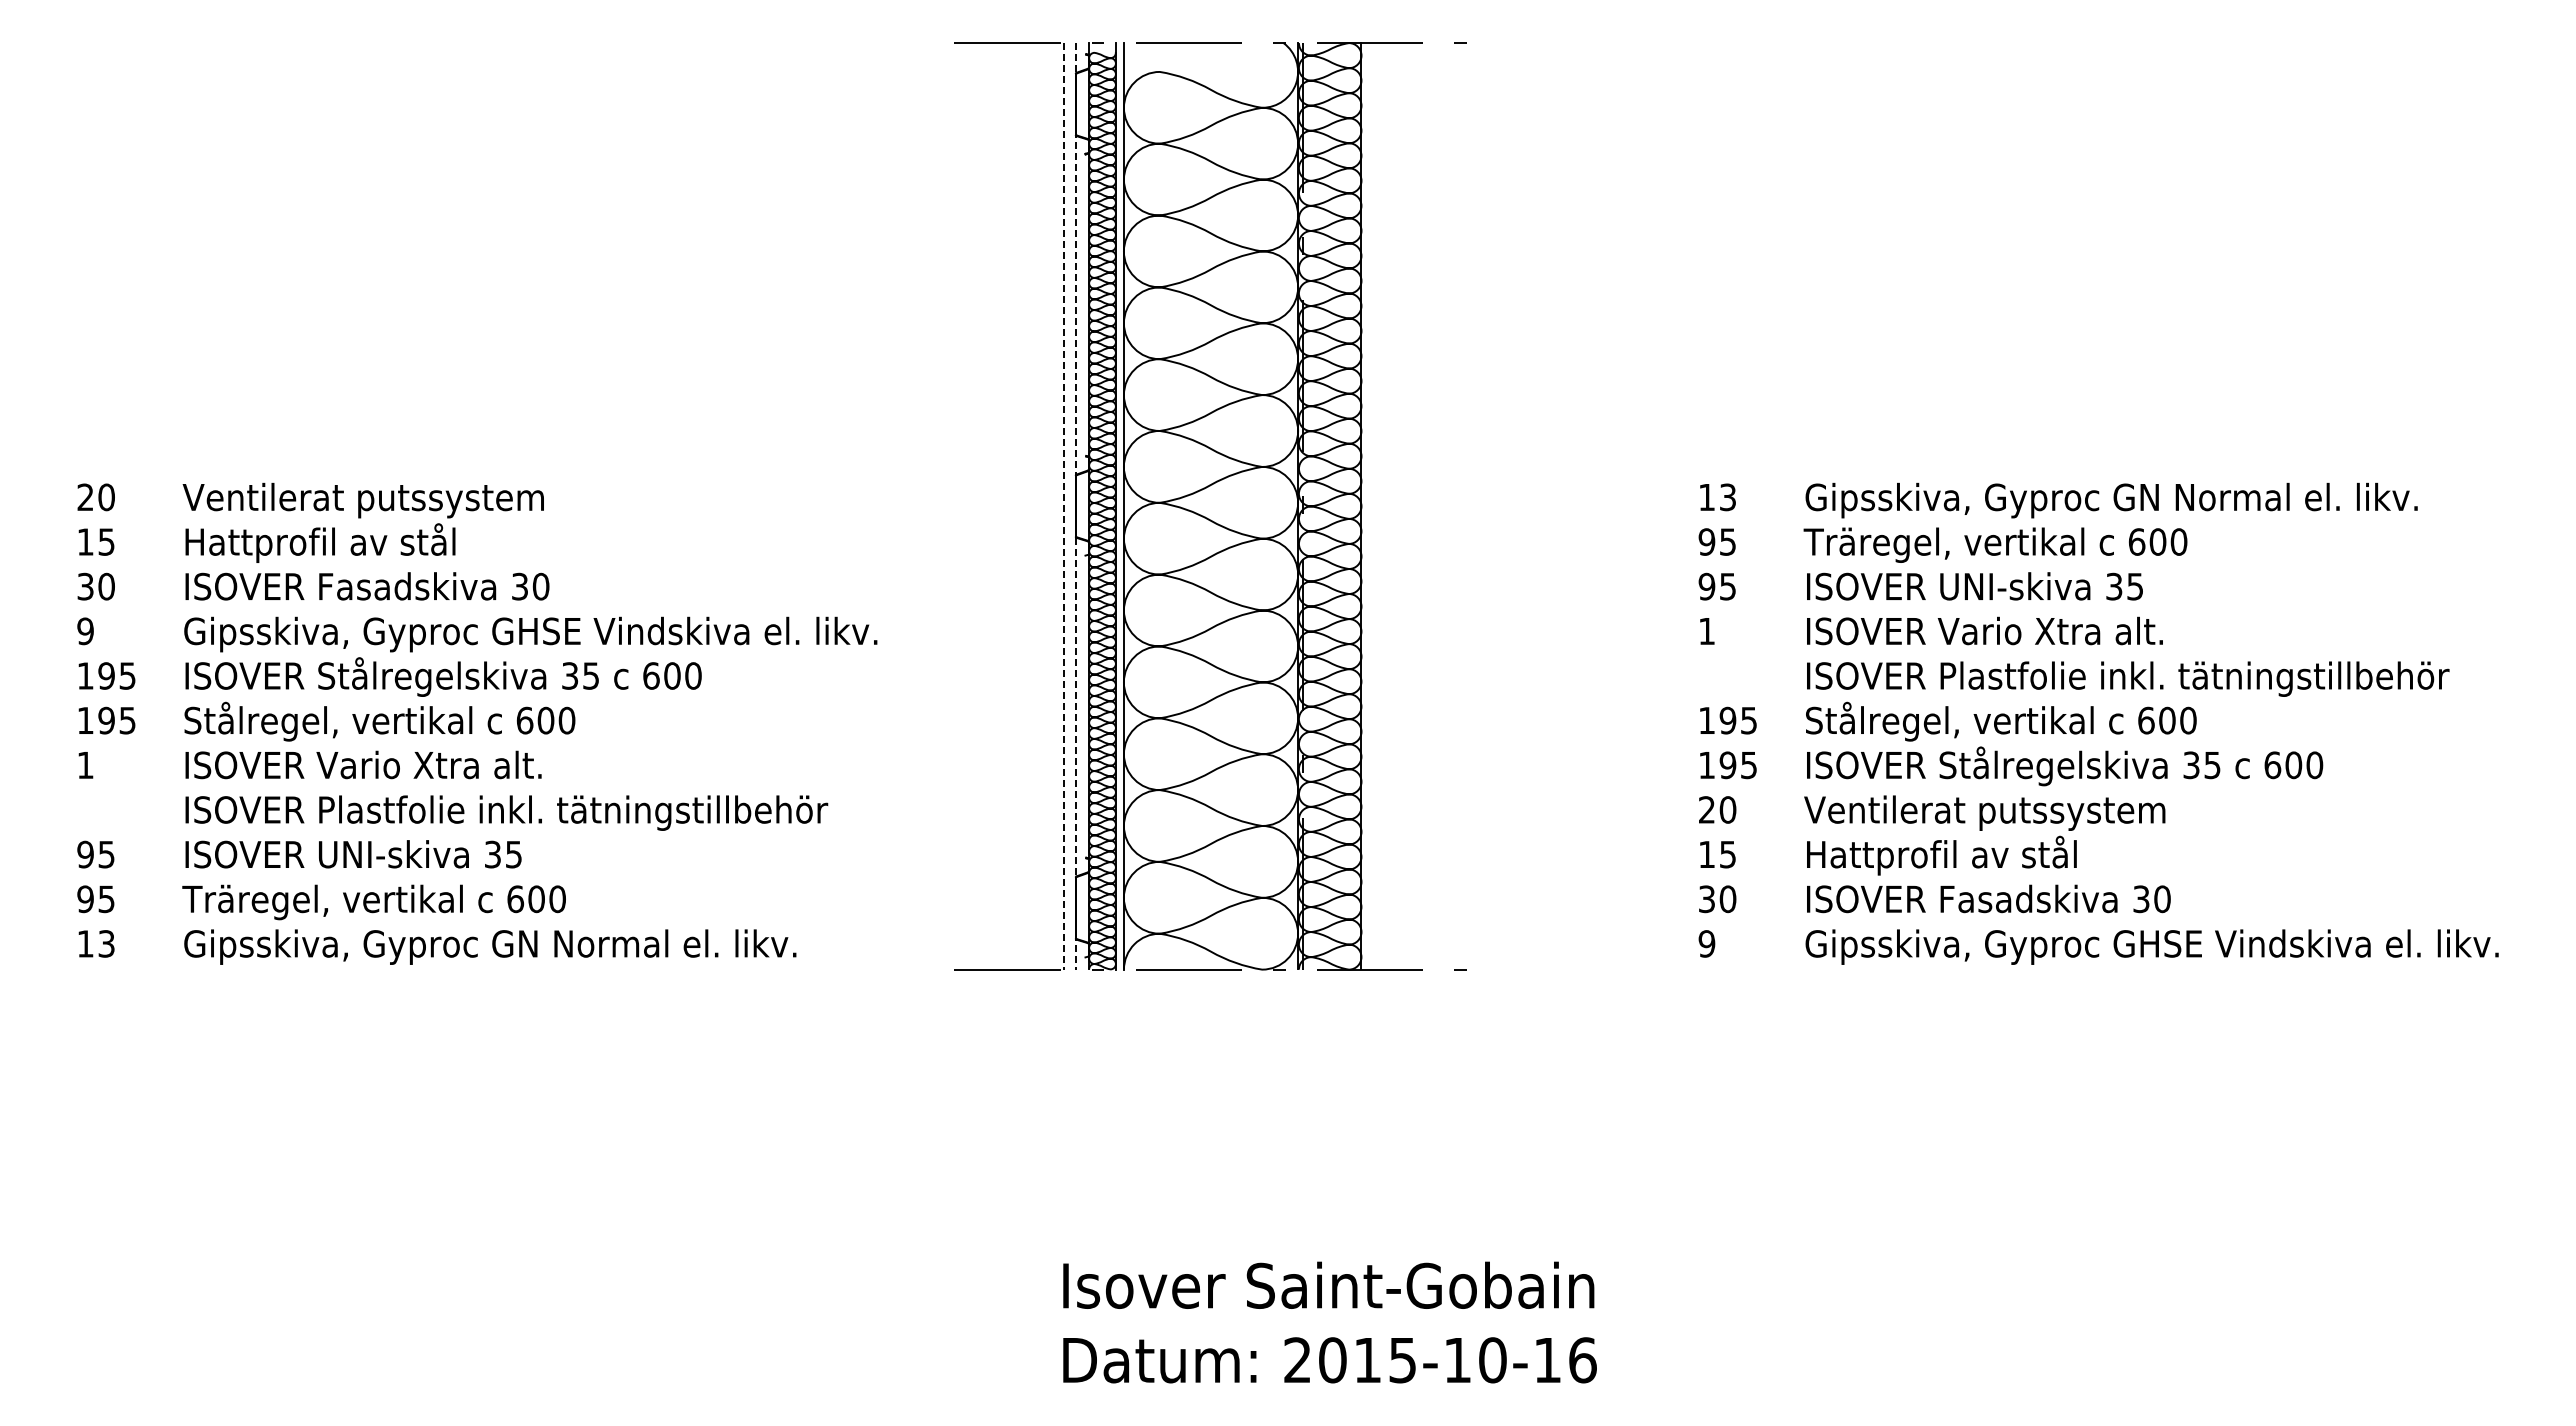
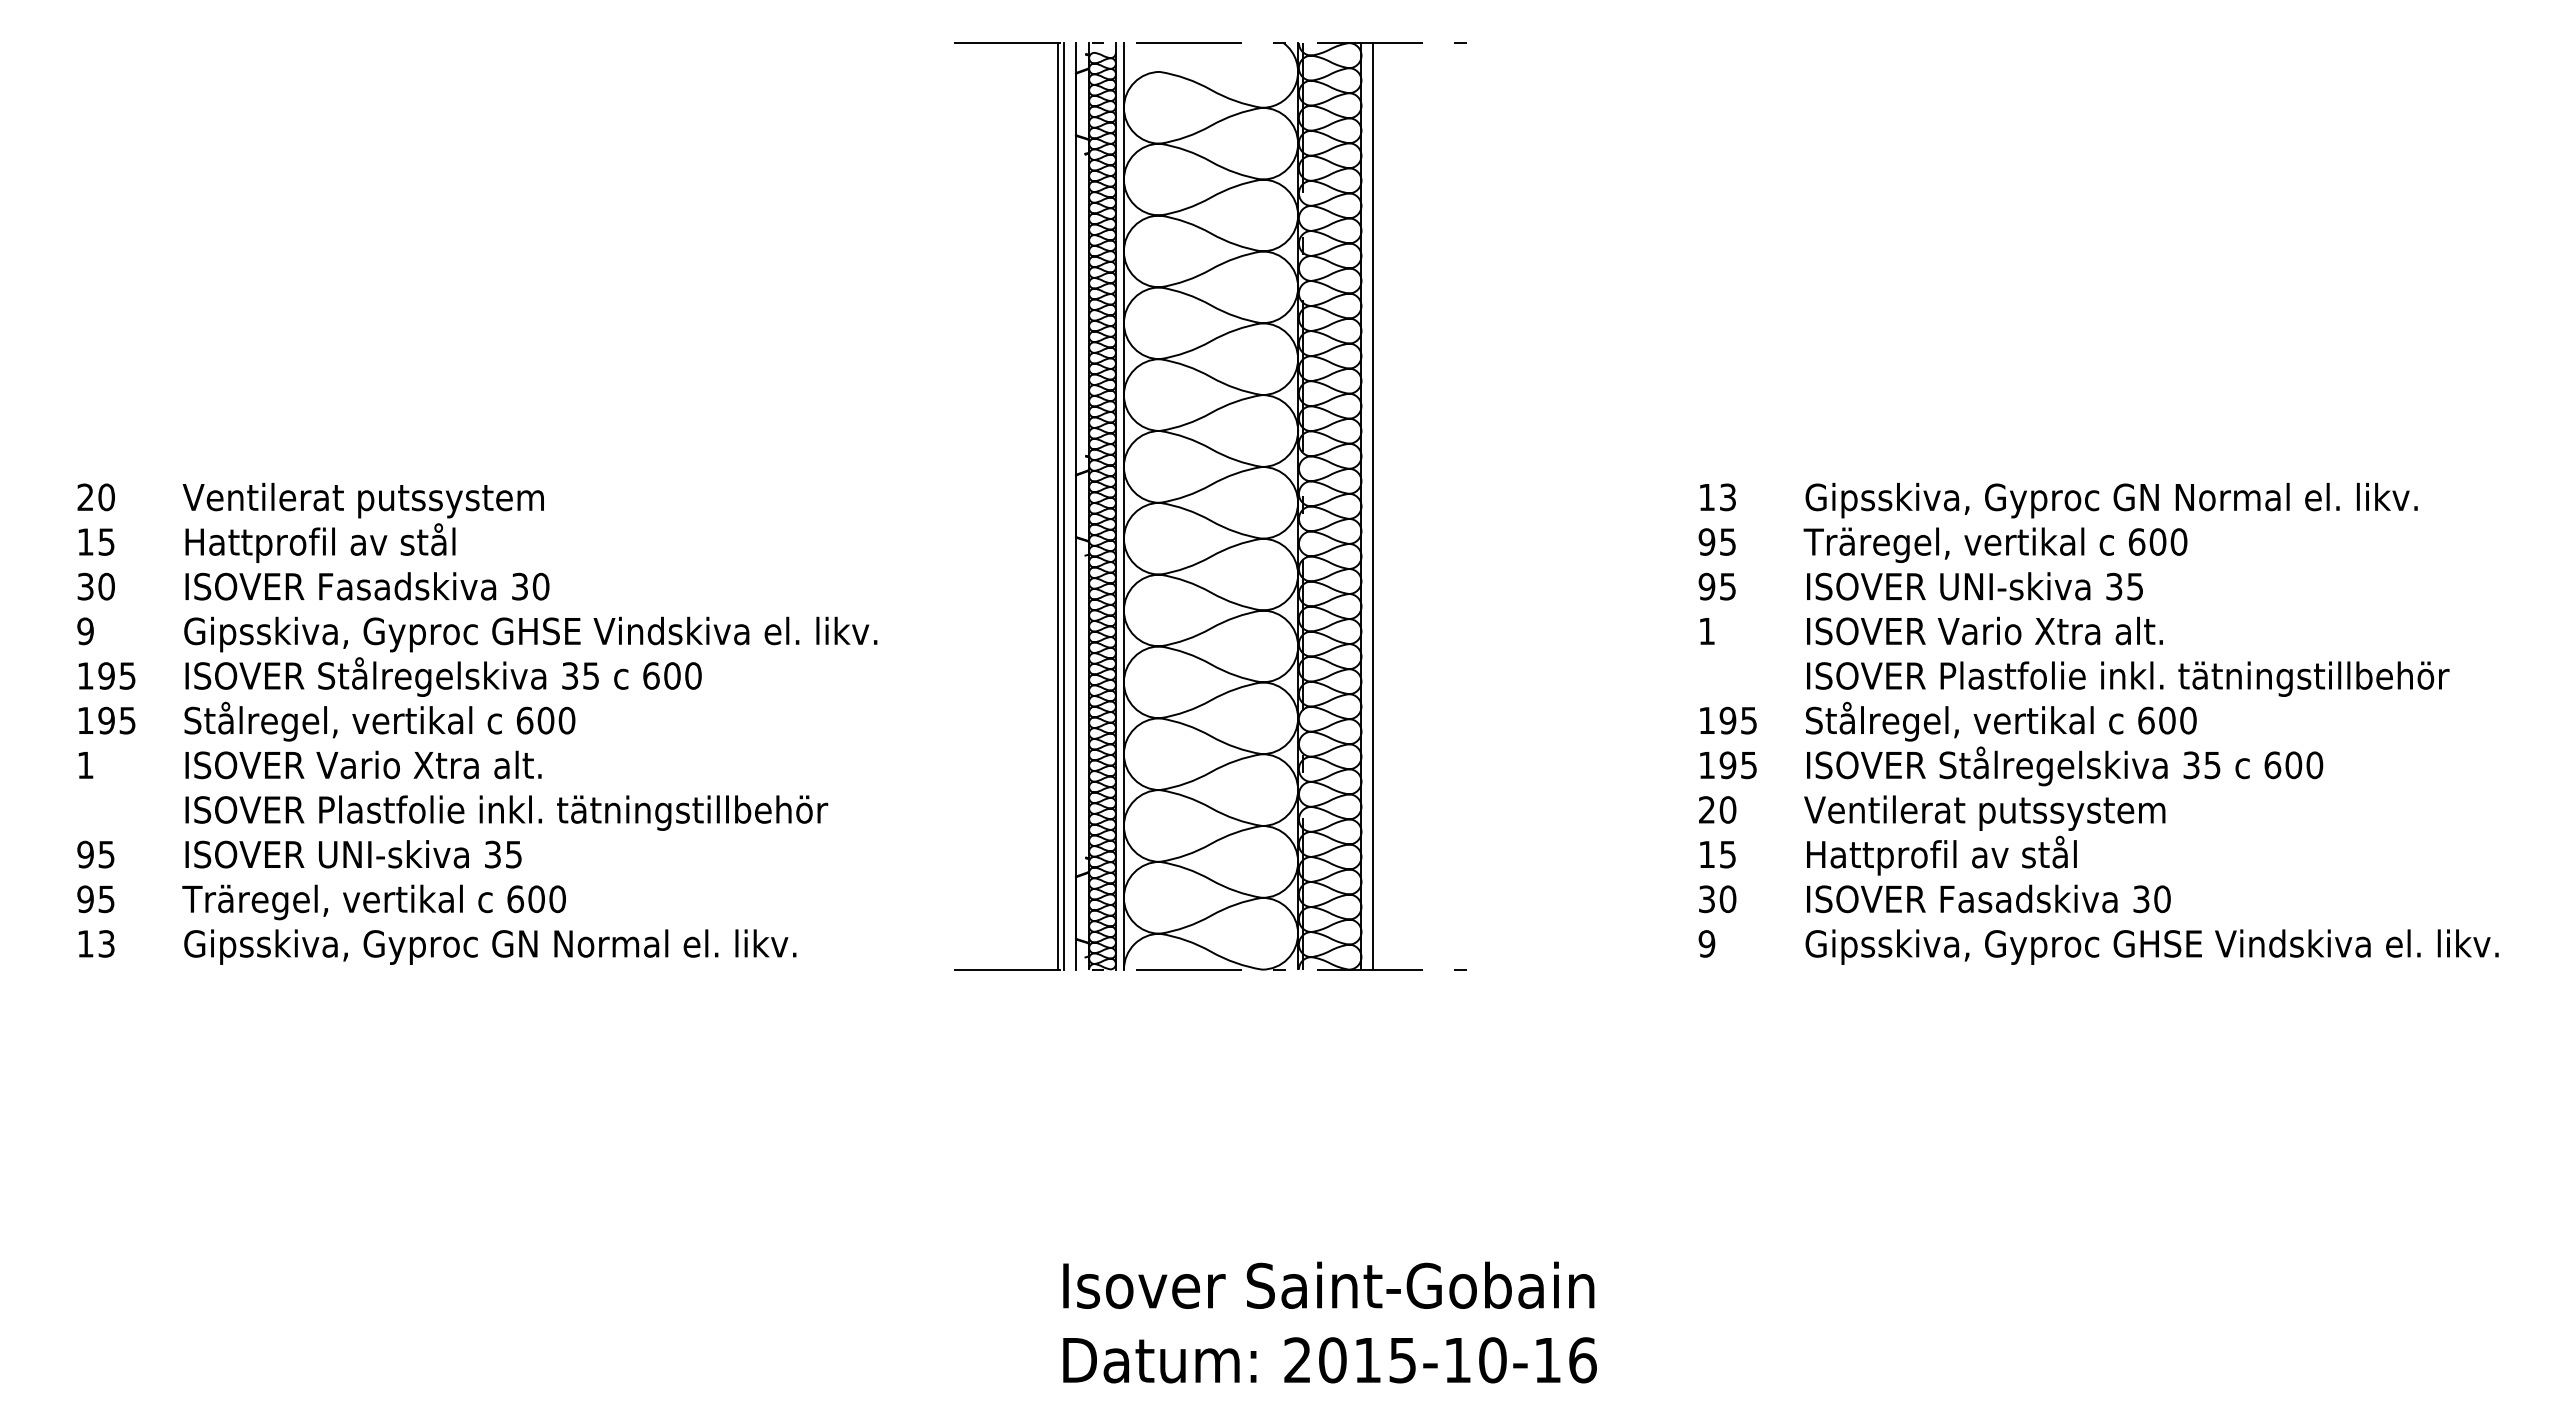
line at (1057, 505): none -> present
line at (1373, 505): none -> present
line at (1064, 506): dashed -> solid
line at (1075, 506): dashed -> solid
